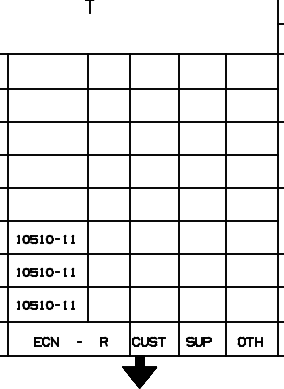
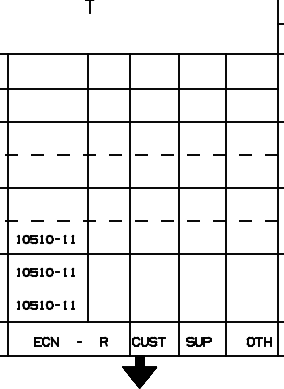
line at (138, 155): solid -> dashed
line at (138, 221): solid -> dashed
line at (141, 286): present -> none
part at (249, 341) position: (249, 341) -> (258, 341)
